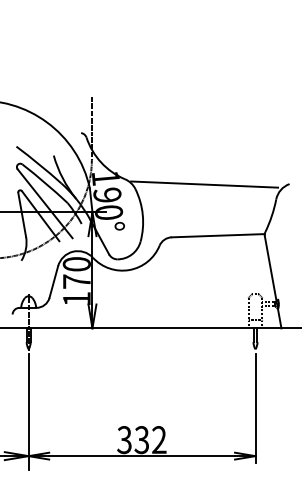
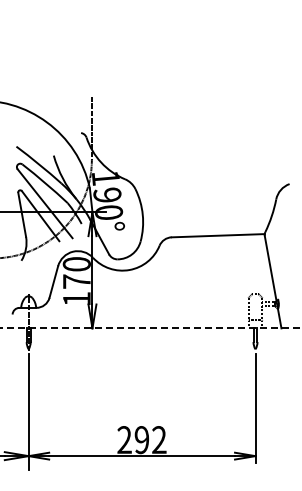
line at (204, 184): present -> none
line at (150, 328): solid -> dashed
text at (133, 440): 332 -> 292
